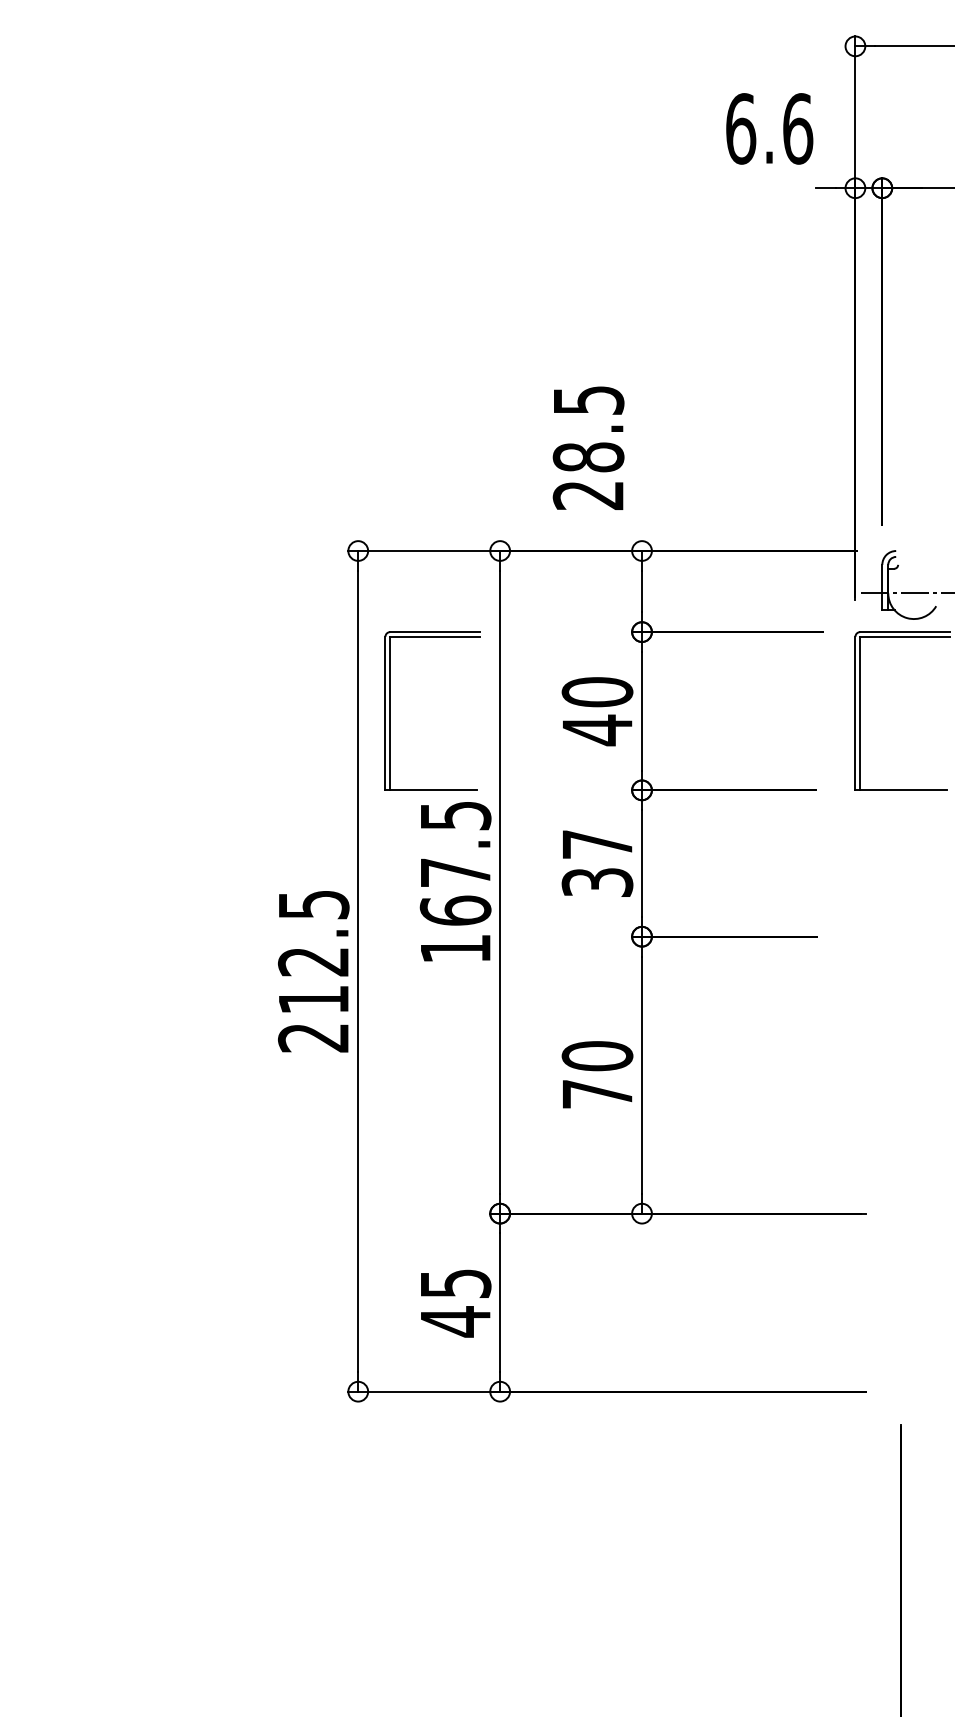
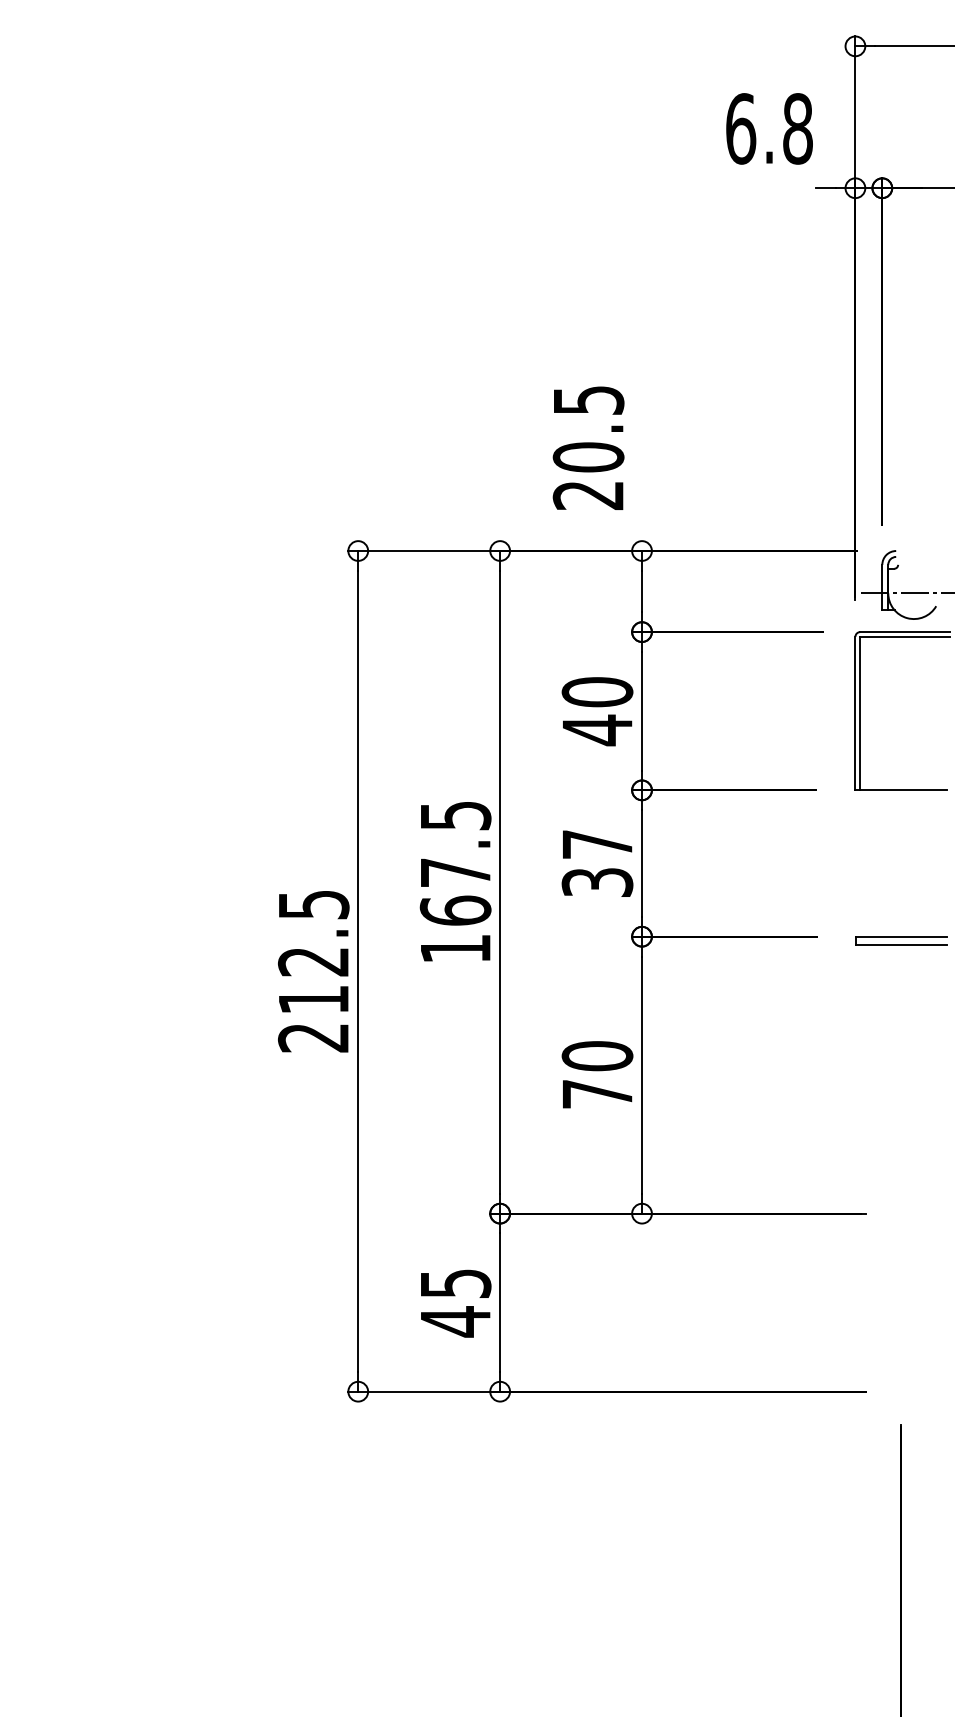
text at (798, 128): 6.6 -> 6.8
text at (588, 457): 28.5 -> 20.5
part at (390, 710): present -> none
part at (901, 940): none -> present
